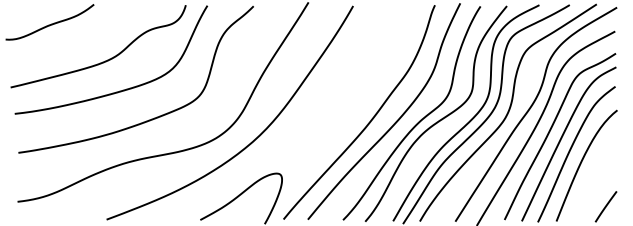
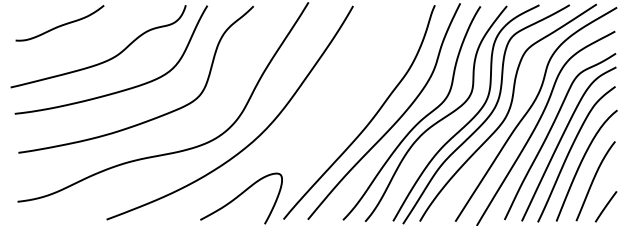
curve at (49, 24) position: (49, 24) -> (59, 25)
curve at (594, 180): none -> present
